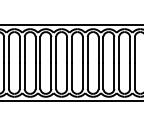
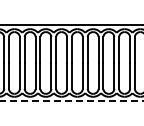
line at (71, 101): solid -> dashed
